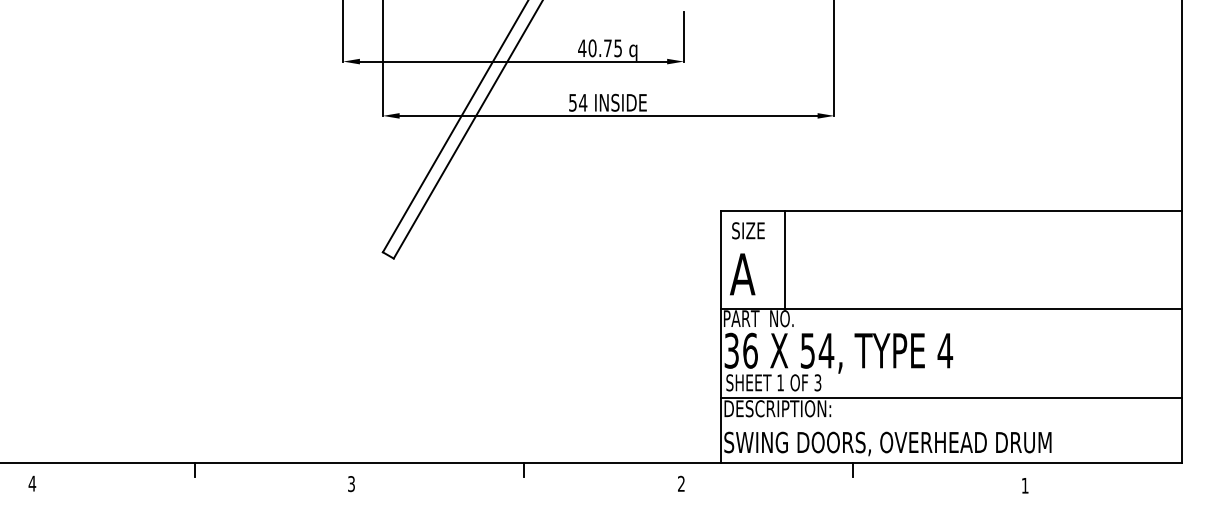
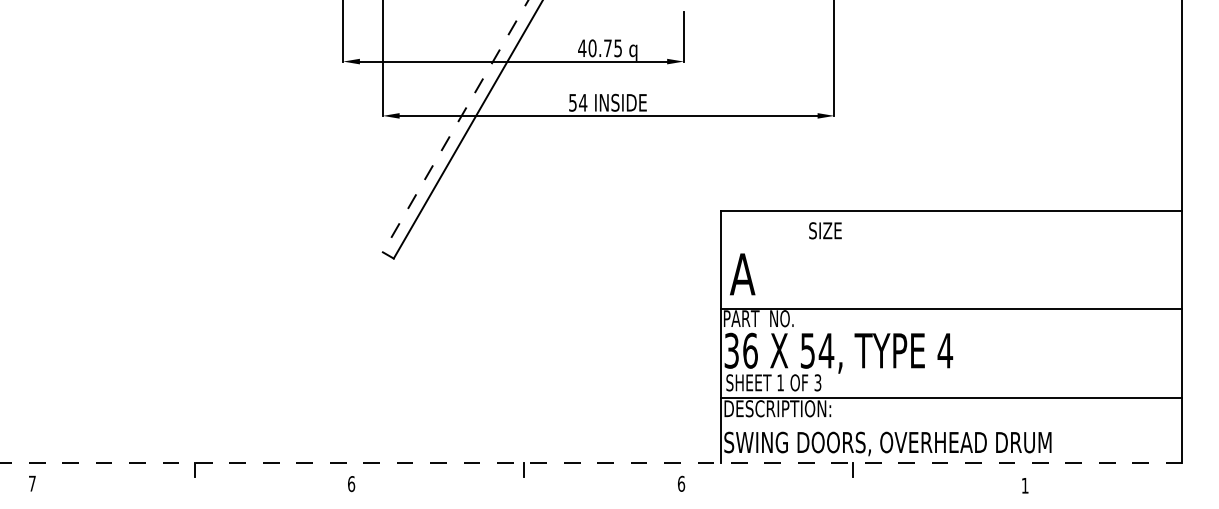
line at (455, 126): solid -> dashed
text at (748, 230) position: (748, 230) -> (825, 230)
line at (785, 259): present -> none
line at (590, 462): solid -> dashed
text at (32, 483): 4 -> 7
text at (681, 483): 2 -> 6
text at (351, 484): 3 -> 6
